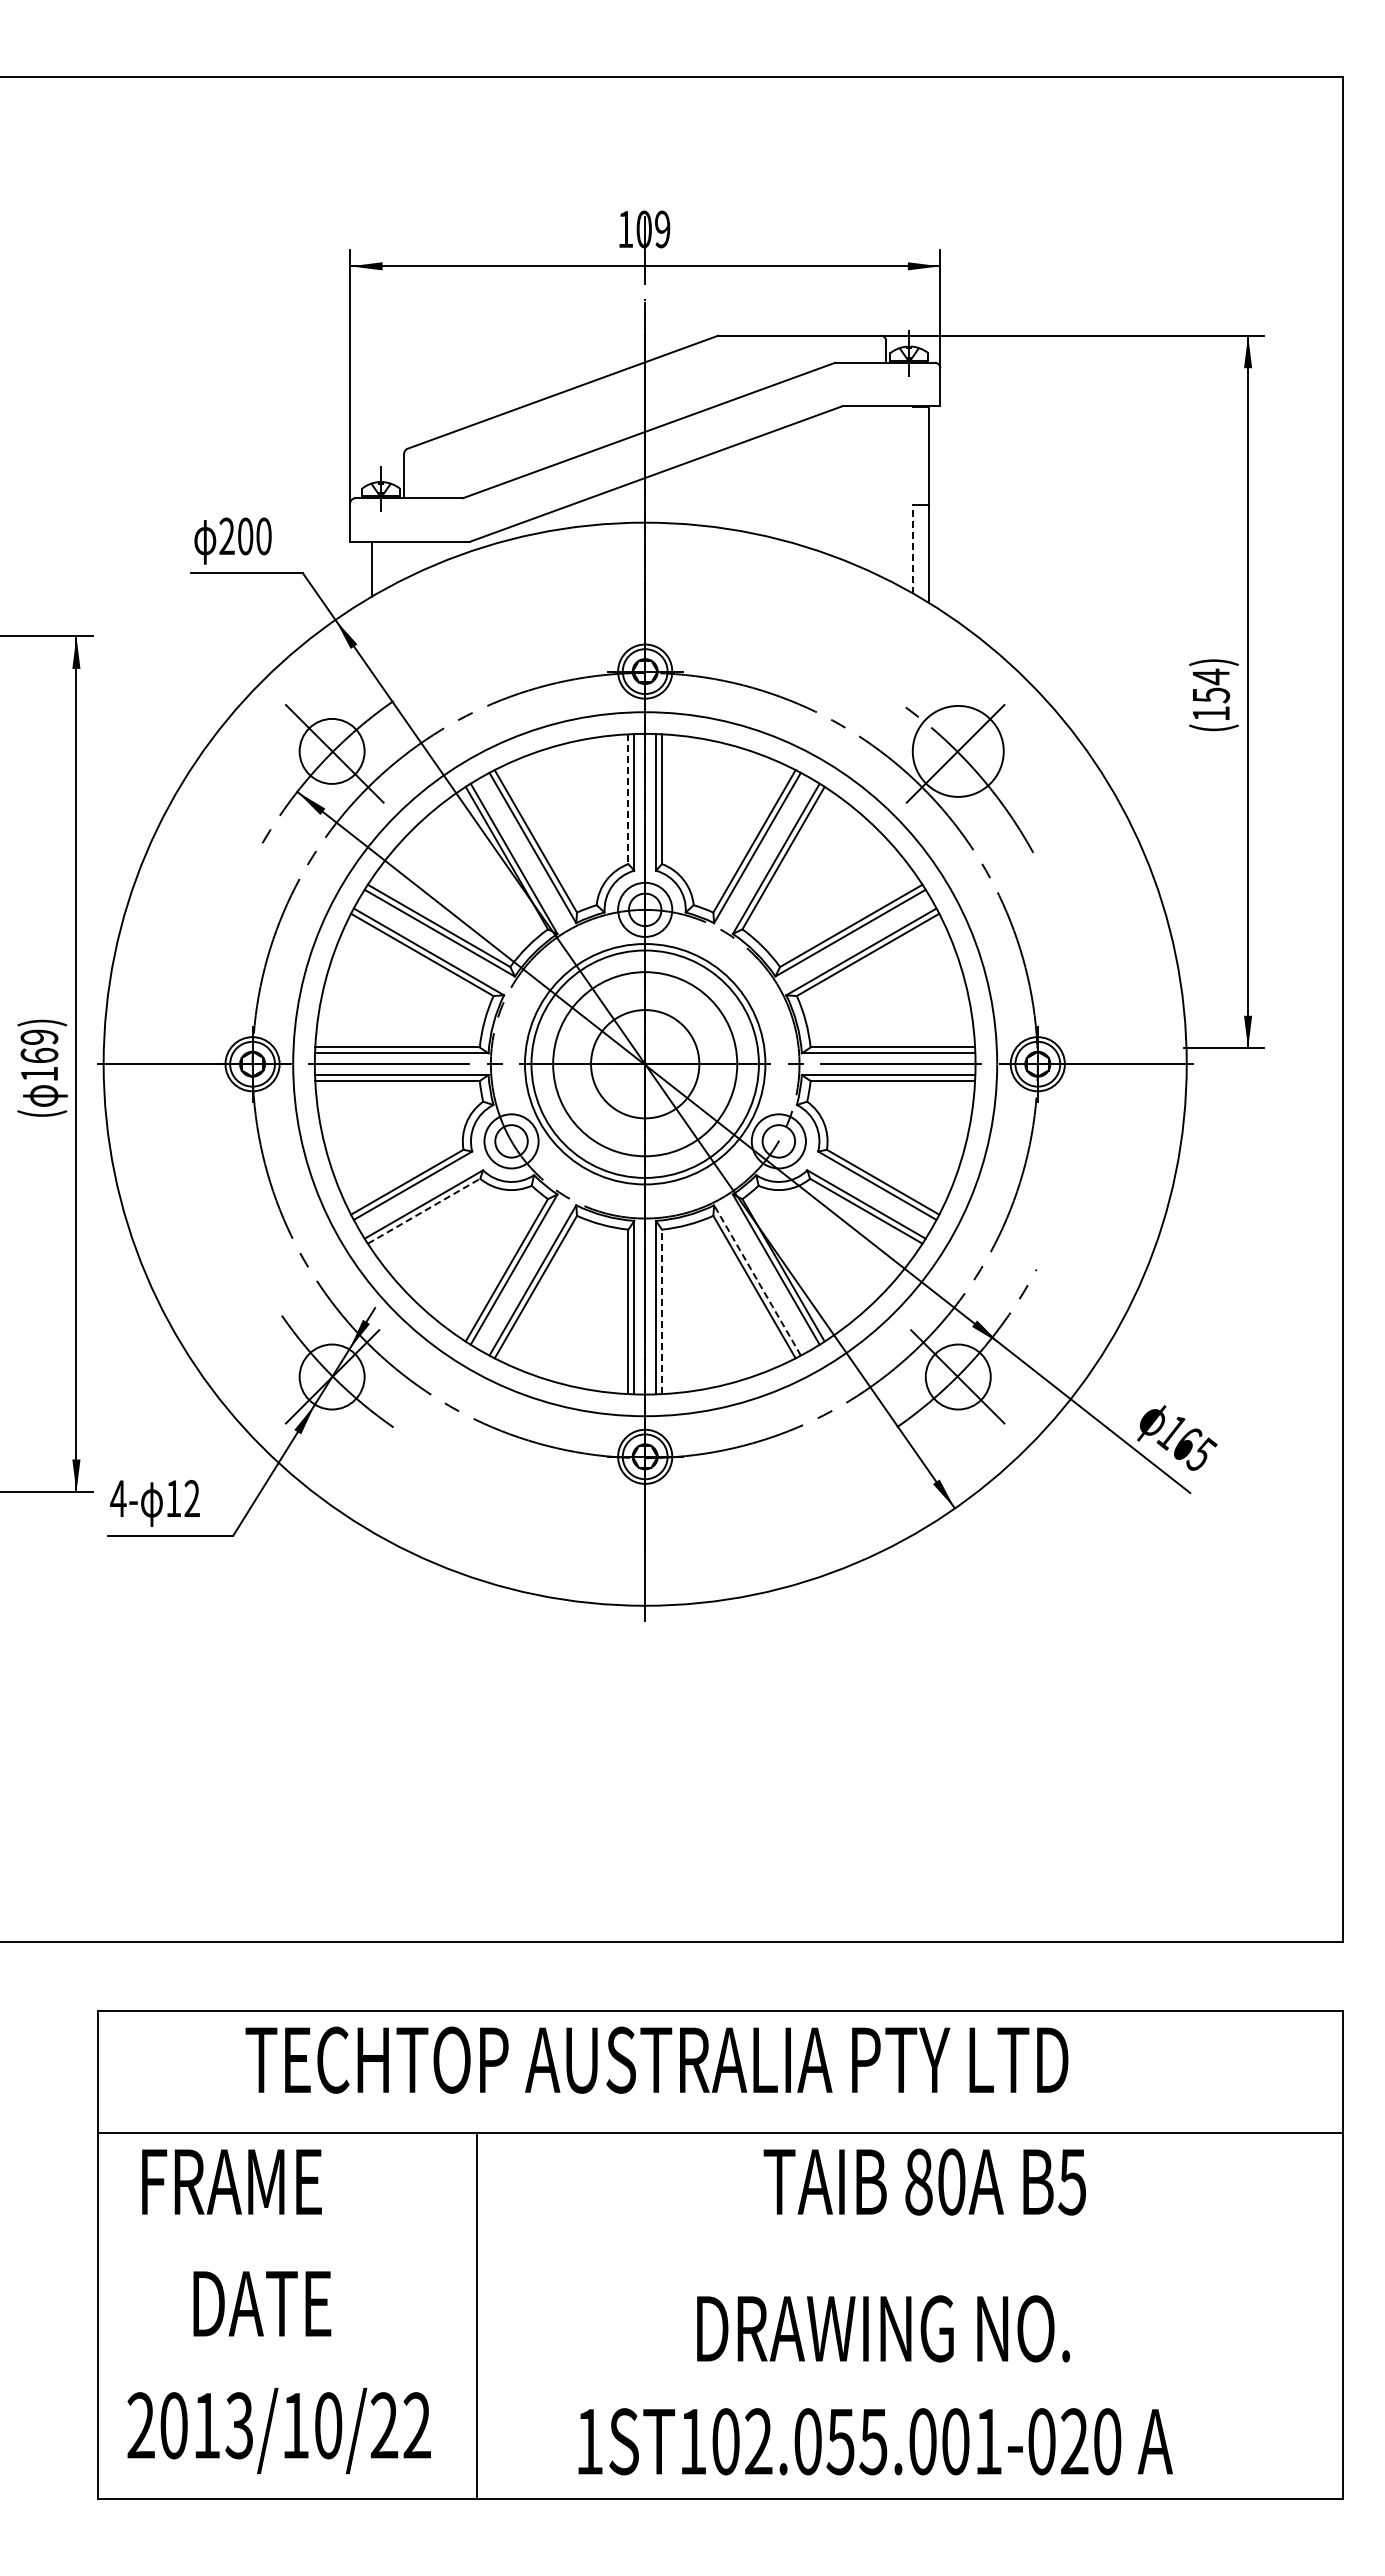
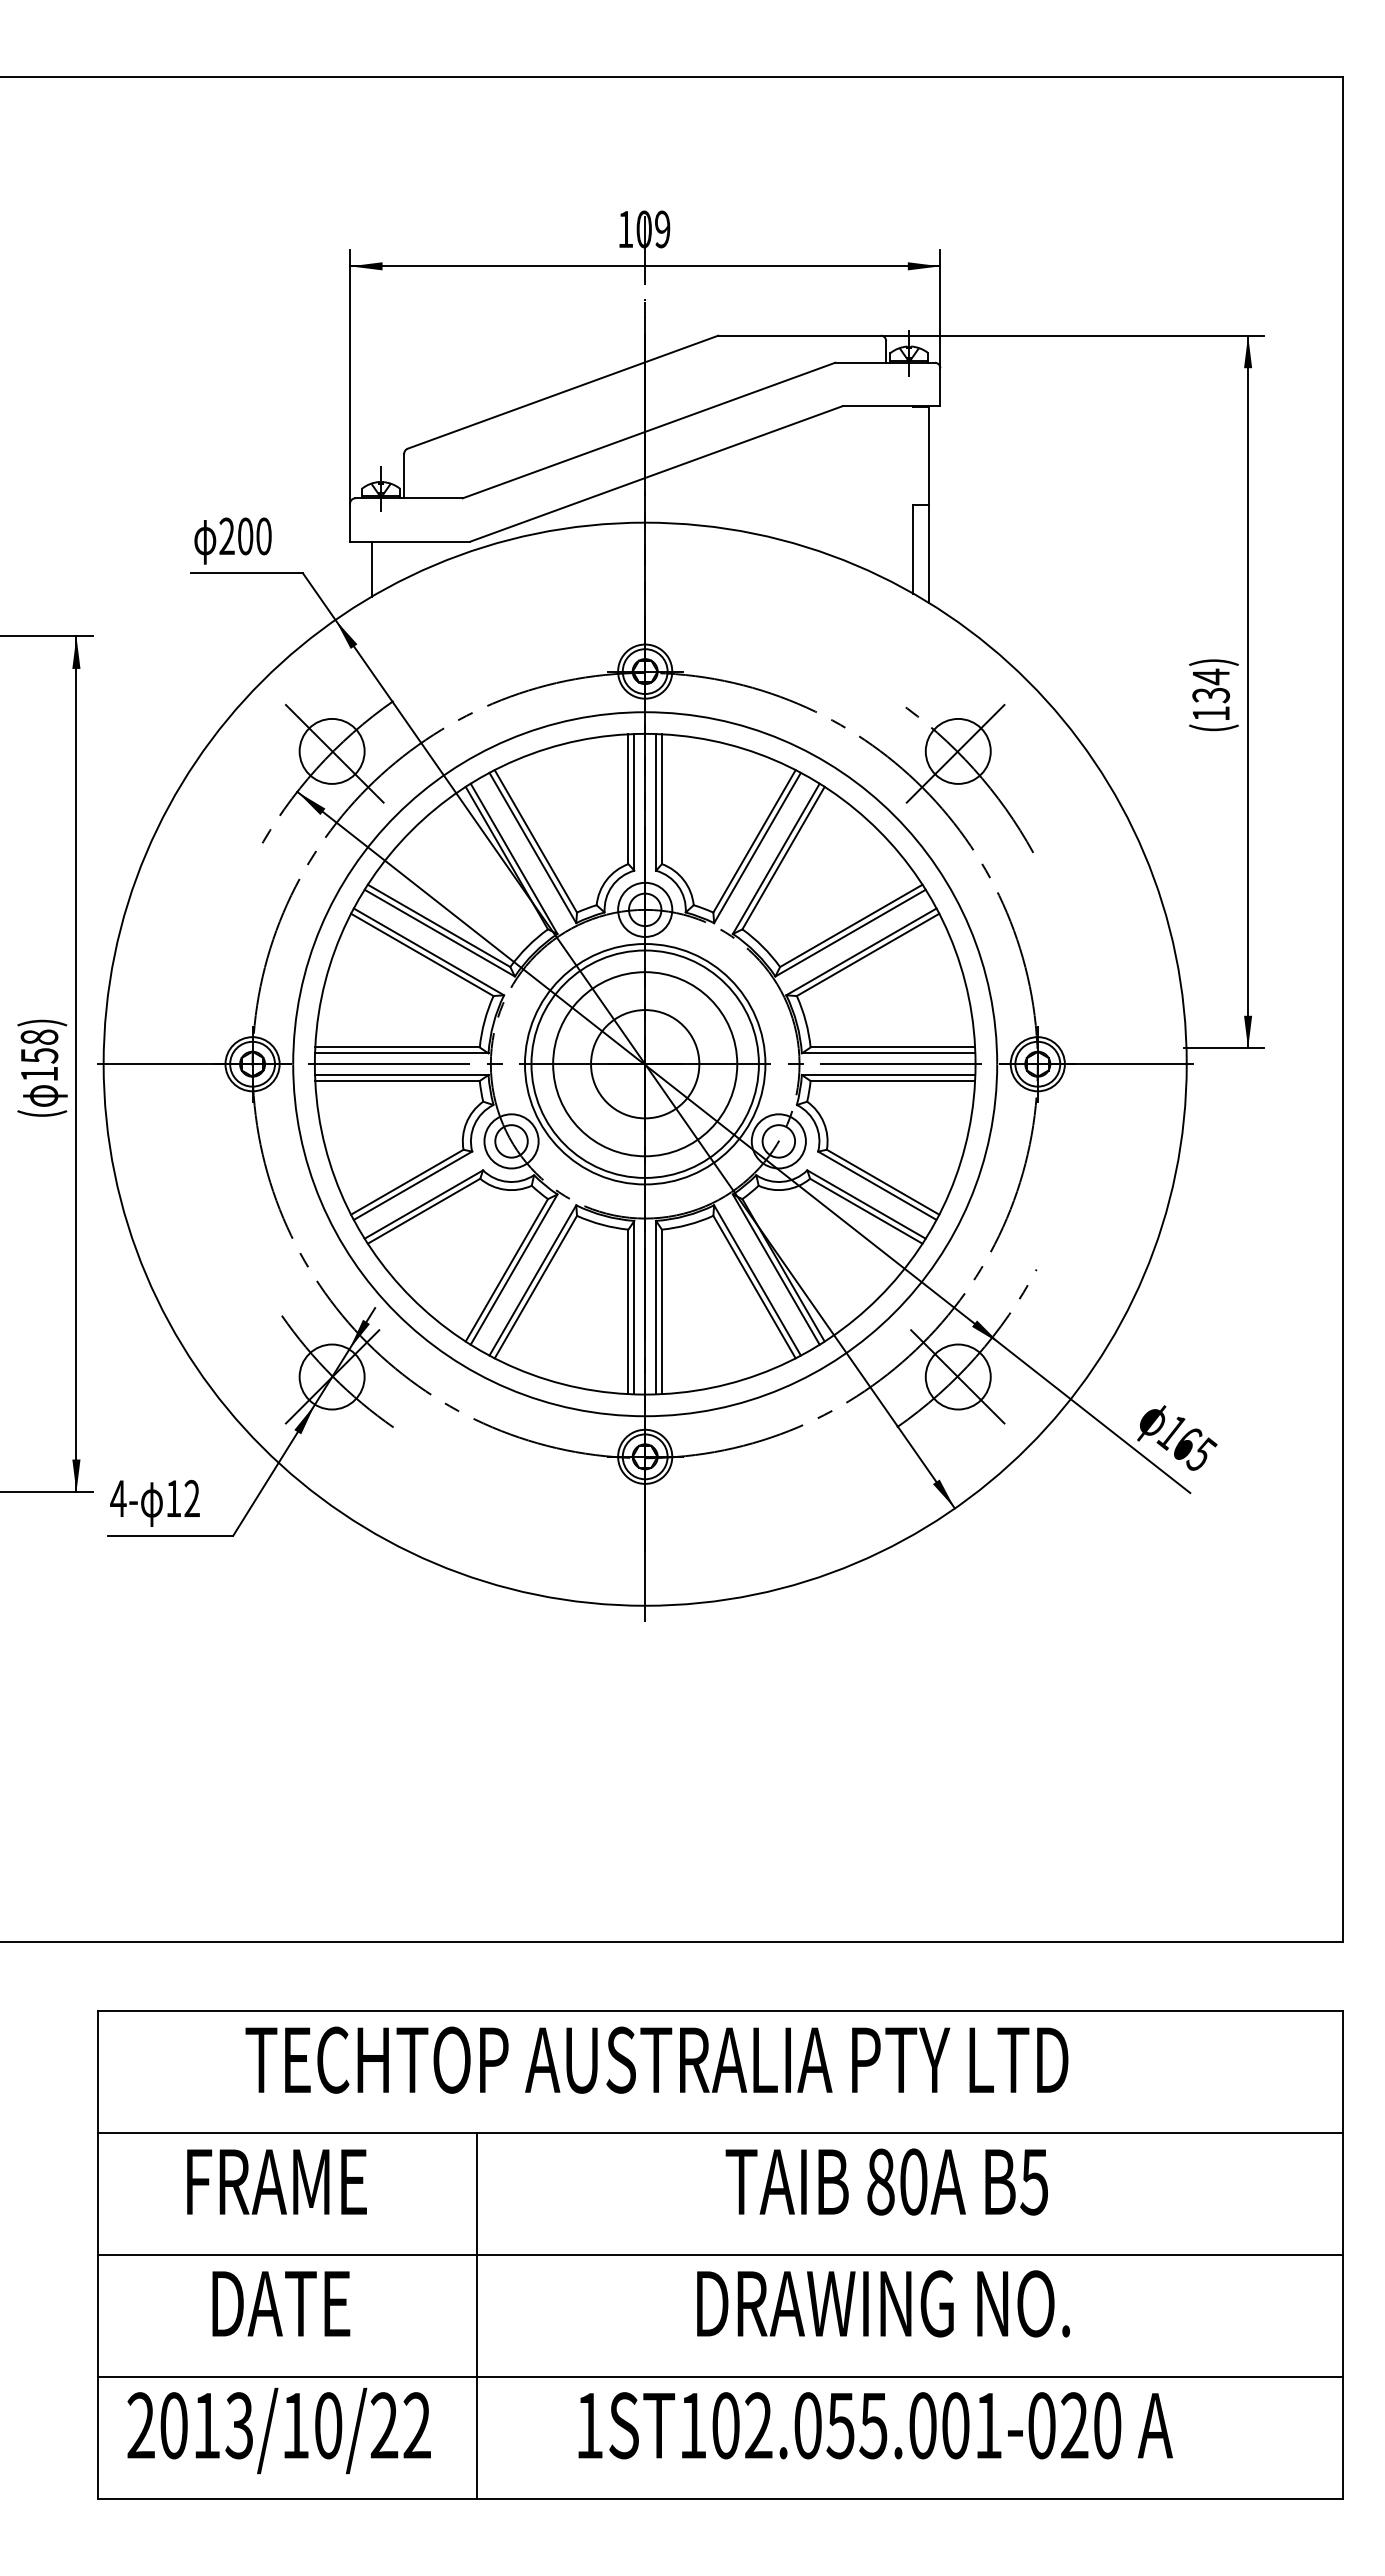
line at (913, 549): dashed -> solid
text at (1210, 695): (154) -> (134)
circle at (957, 750) diameter: 91 px -> 65 px
line at (628, 799): dashed -> solid
text at (39, 1046): 169) -> 158)
line at (424, 1211): dashed -> solid
line at (757, 1280): dashed -> solid
line at (661, 1311): dashed -> solid
text at (231, 2181) position: (231, 2181) -> (276, 2181)
text at (924, 2181) position: (924, 2181) -> (886, 2181)
line at (720, 2255): none -> present
text at (262, 2303) position: (262, 2303) -> (281, 2303)
text at (883, 2328) position: (883, 2328) -> (883, 2303)
line at (720, 2376): none -> present
text at (875, 2441) position: (875, 2441) -> (875, 2425)
